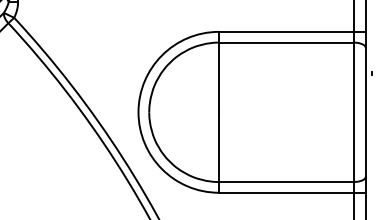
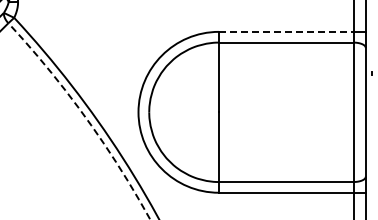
line at (286, 31): solid -> dashed
arc at (85, 117): solid -> dashed
